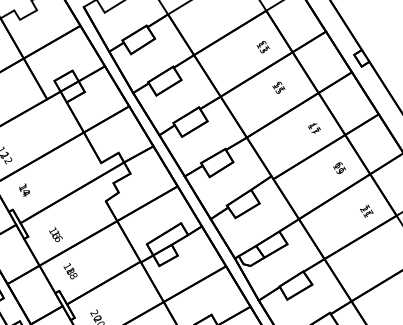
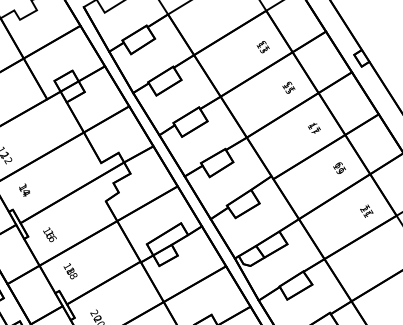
text at (278, 87) position: (278, 87) -> (288, 87)
text at (55, 234) position: (55, 234) -> (49, 234)
